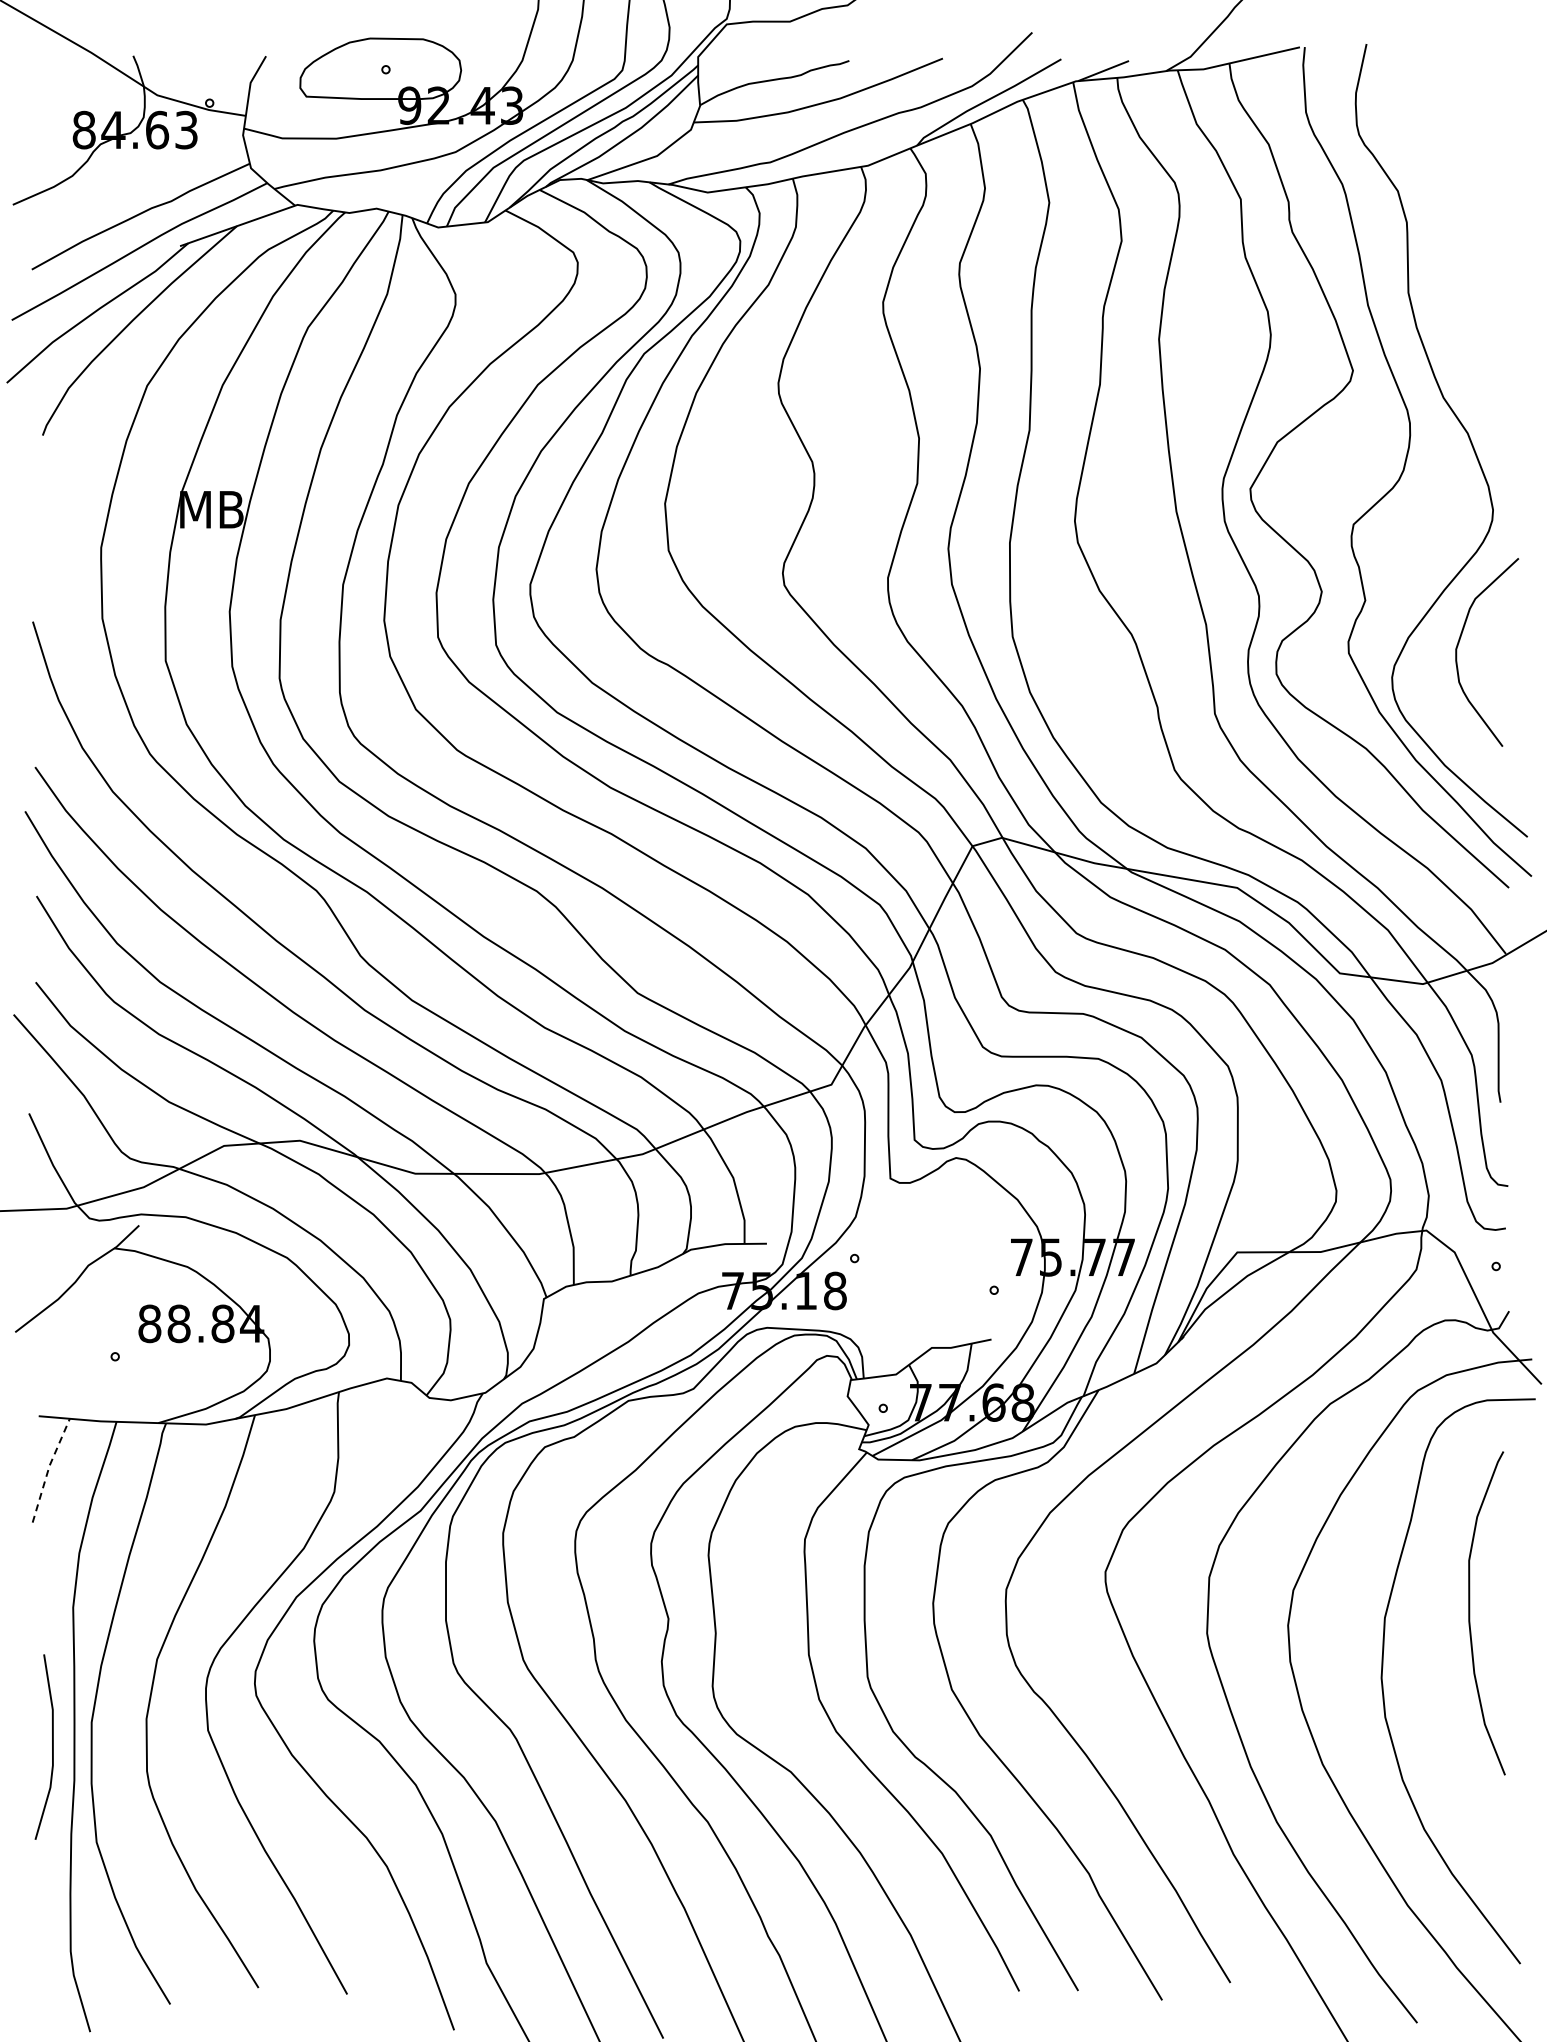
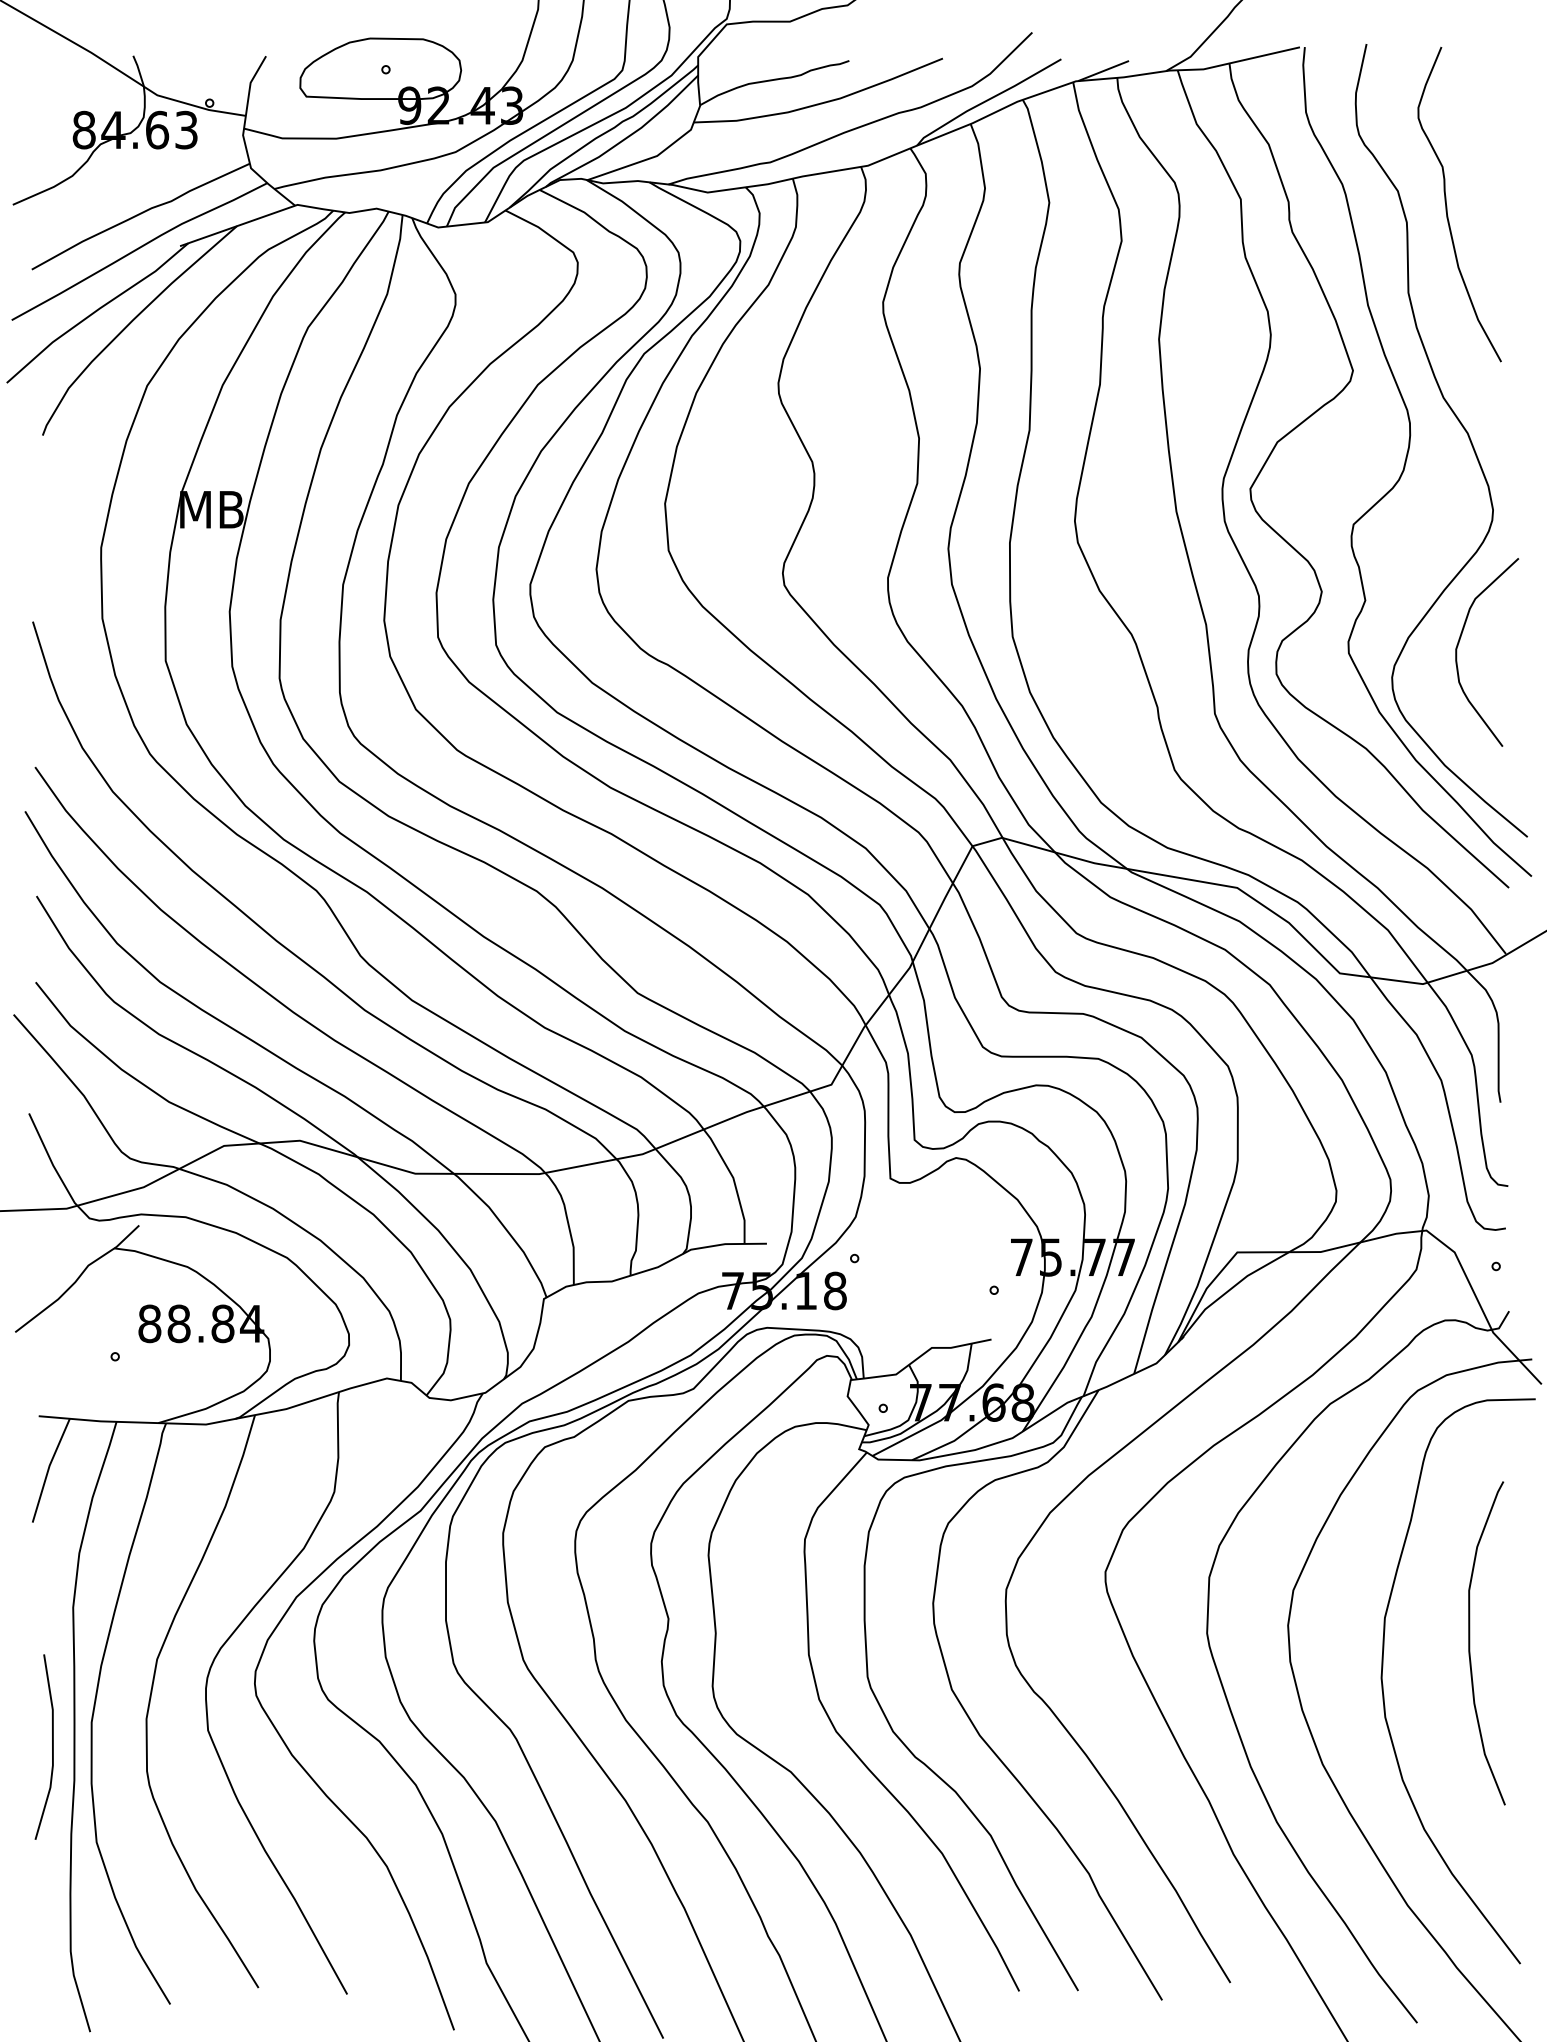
curve at (1447, 206): none -> present
line at (48, 1468): dashed -> solid
curve at (1470, 1613) position: (1470, 1613) -> (1470, 1643)
